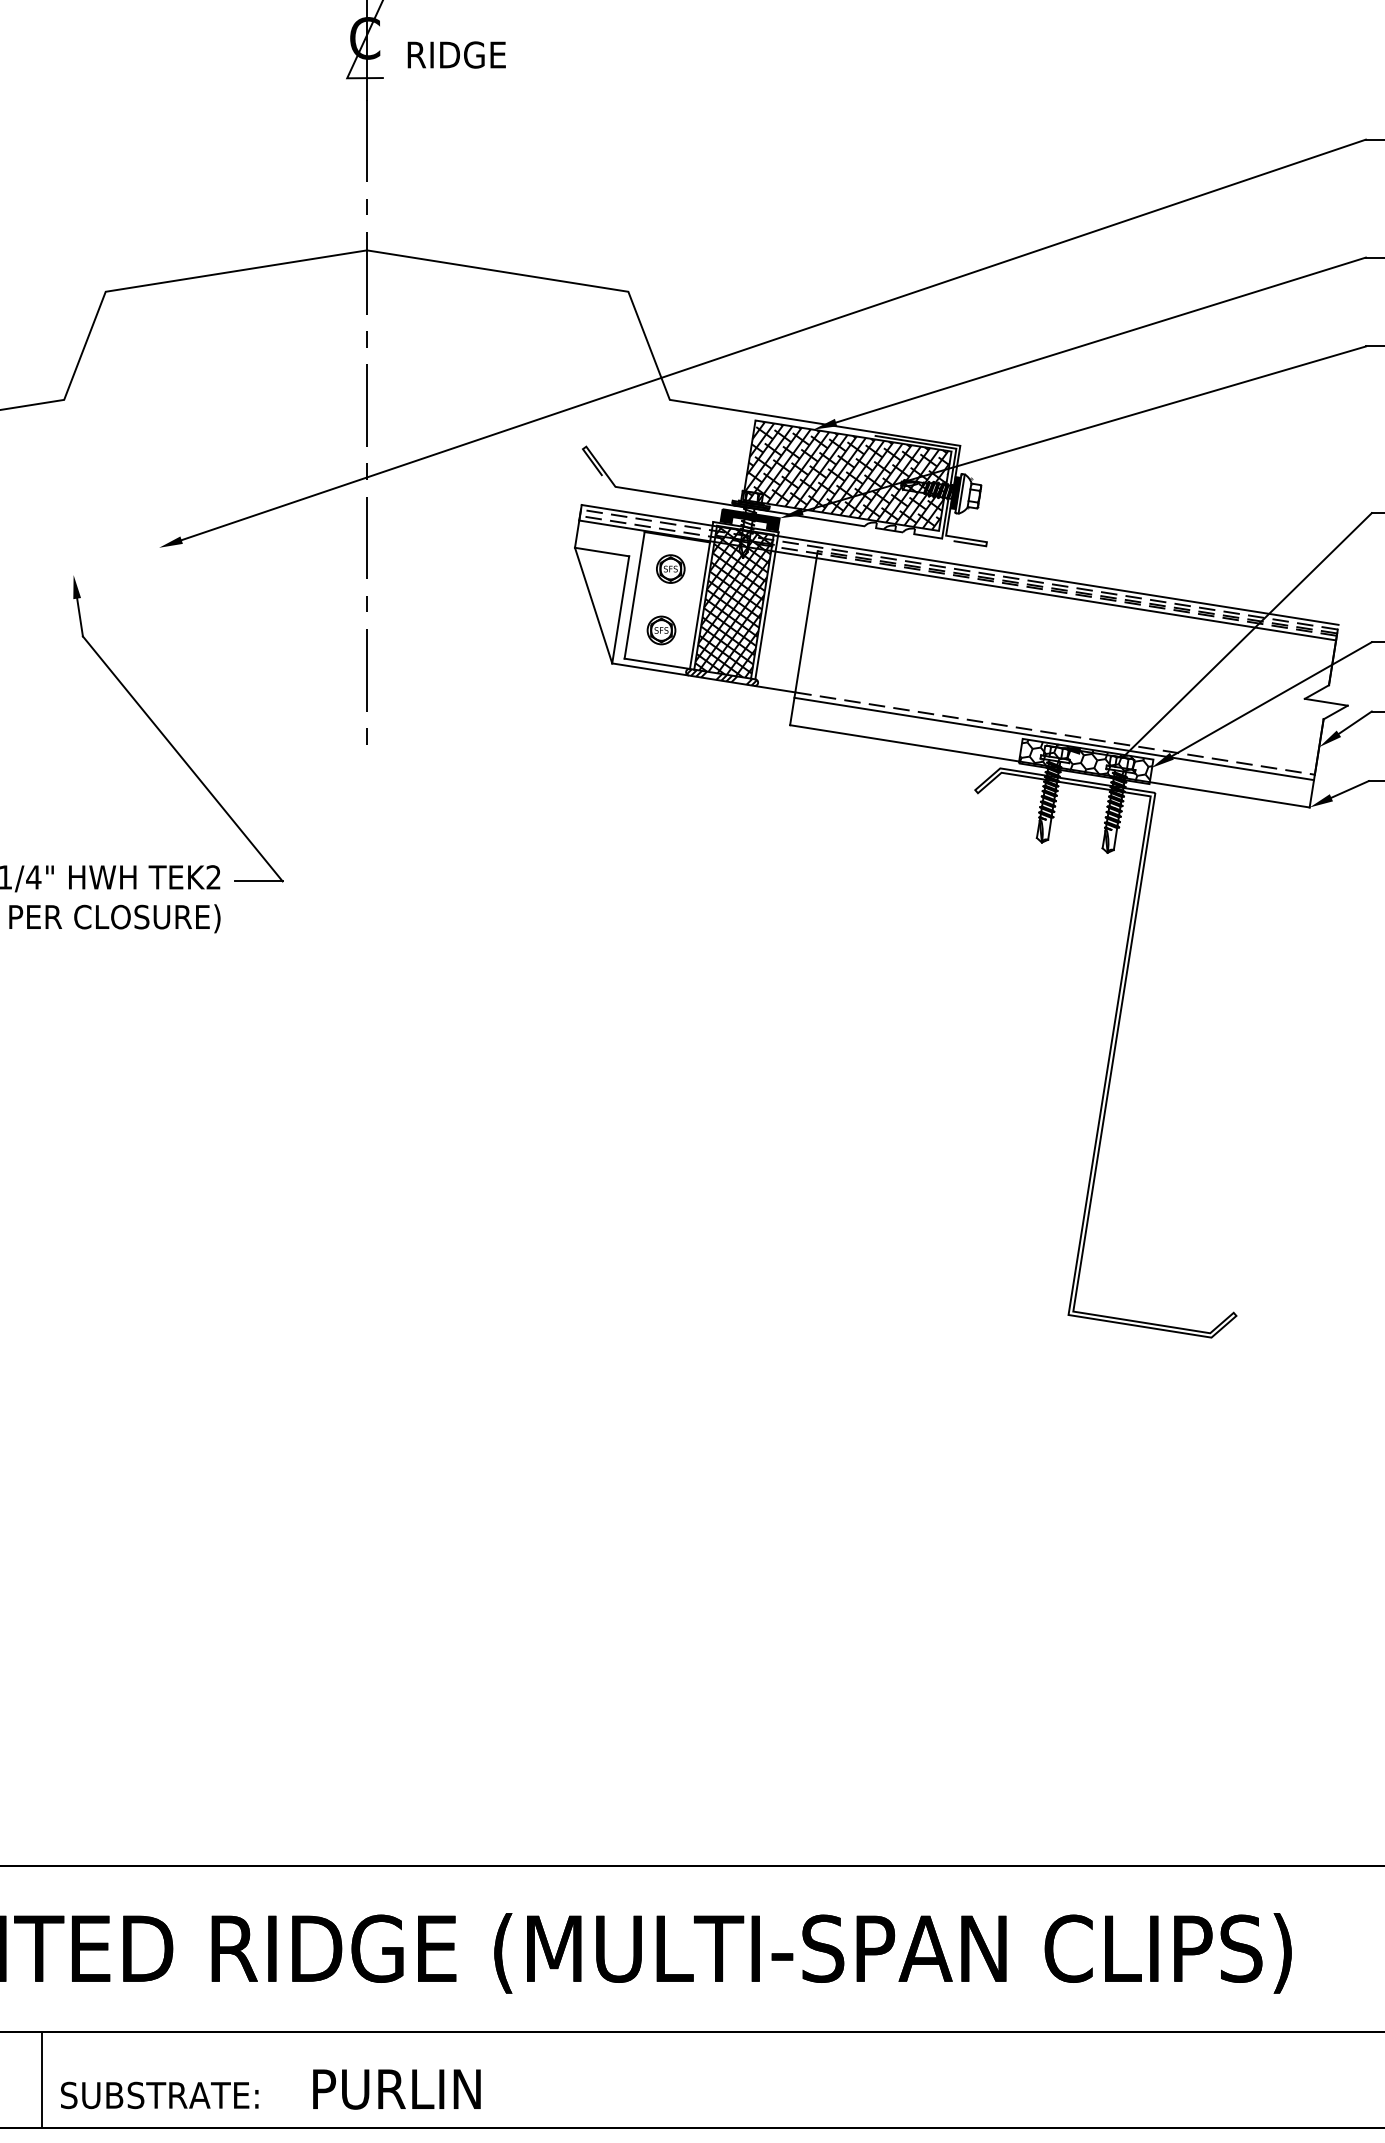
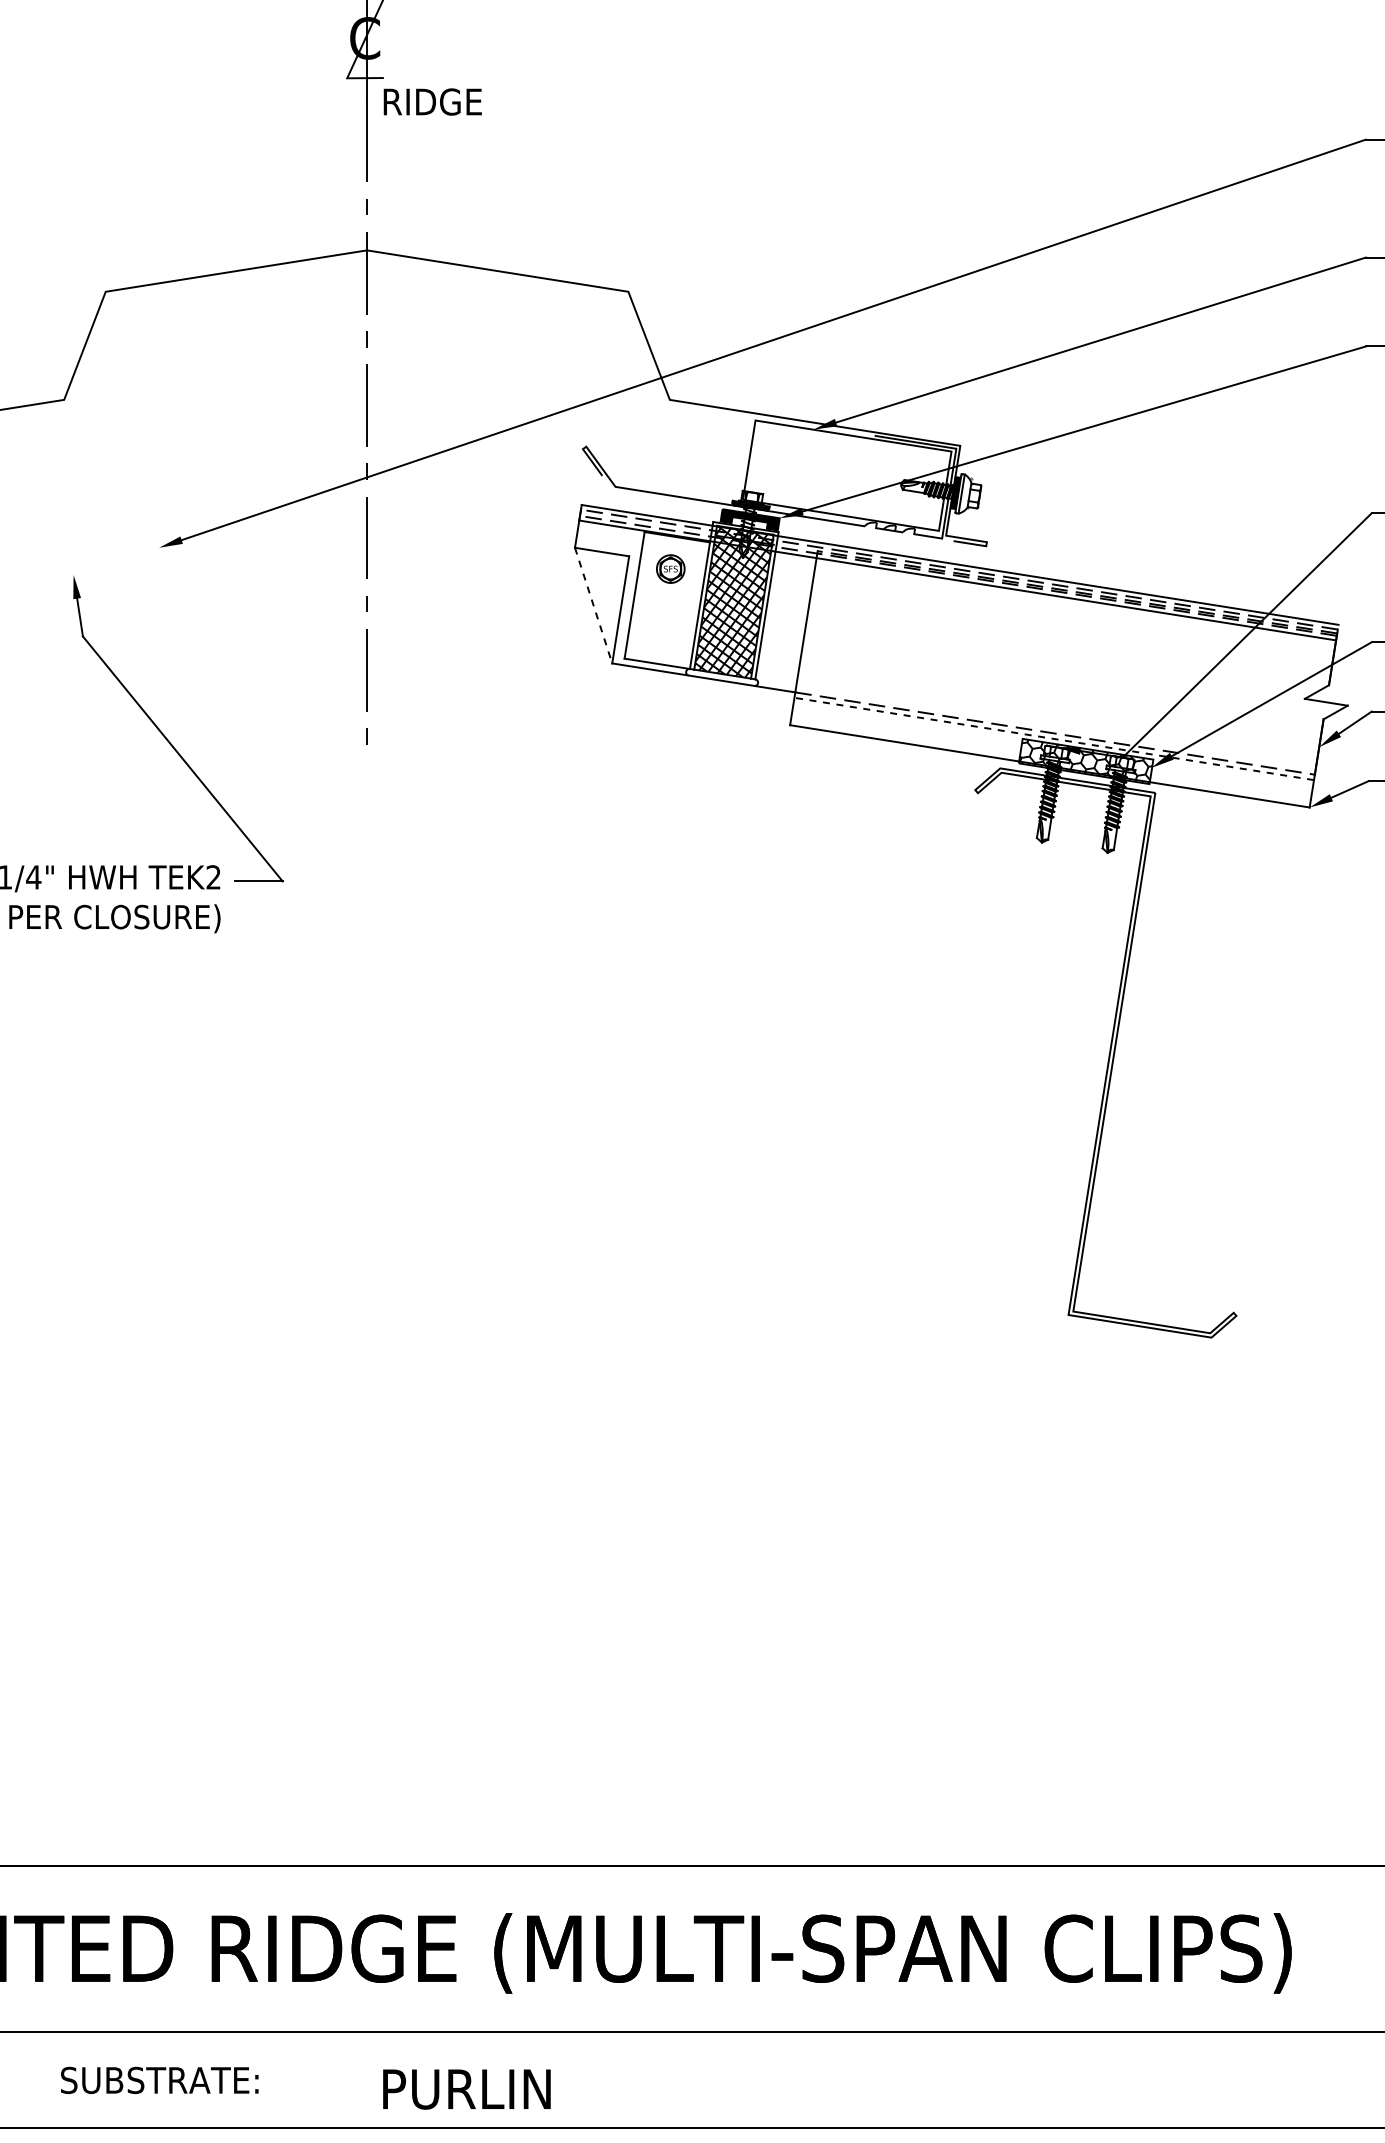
text at (456, 54) position: (456, 54) -> (432, 101)
hatch at (846, 474): present -> none
line at (593, 605): solid -> dashed
part at (661, 630): present -> none
hatch at (721, 677): present -> none
line at (1053, 738): solid -> dashed
line at (41, 2079): present -> none
text at (396, 2089) position: (396, 2089) -> (466, 2089)
text at (159, 2095) position: (159, 2095) -> (159, 2080)
